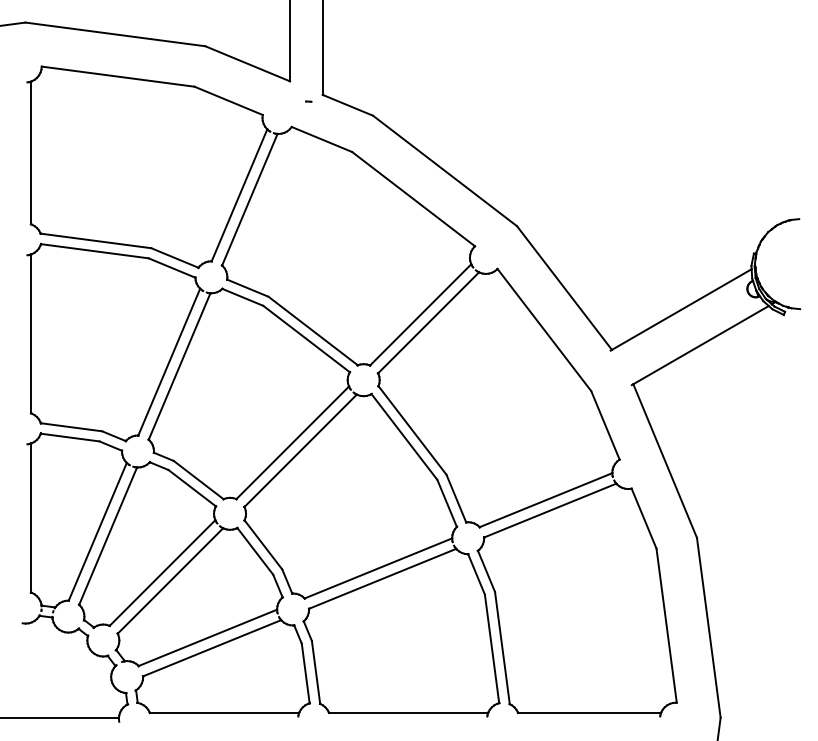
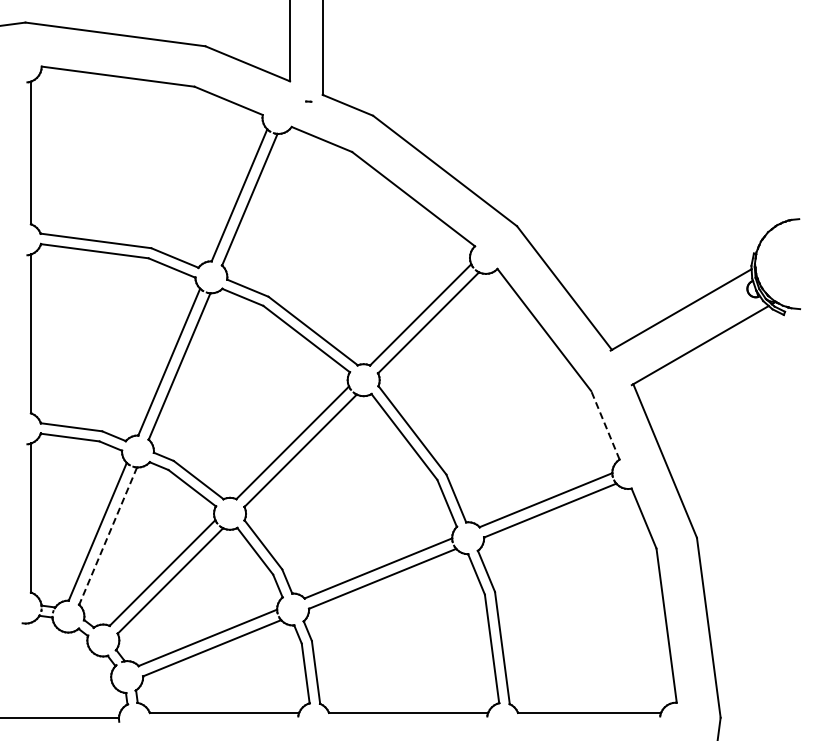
line at (605, 424): solid -> dashed
line at (108, 536): solid -> dashed
